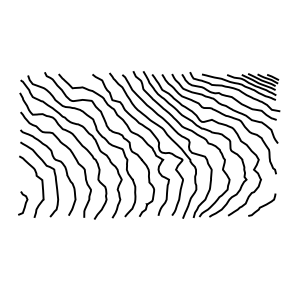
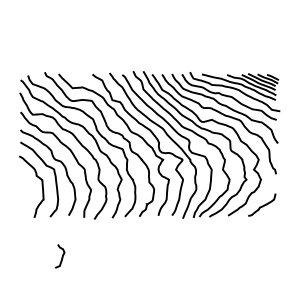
curve at (24, 203) position: (24, 203) -> (61, 256)
